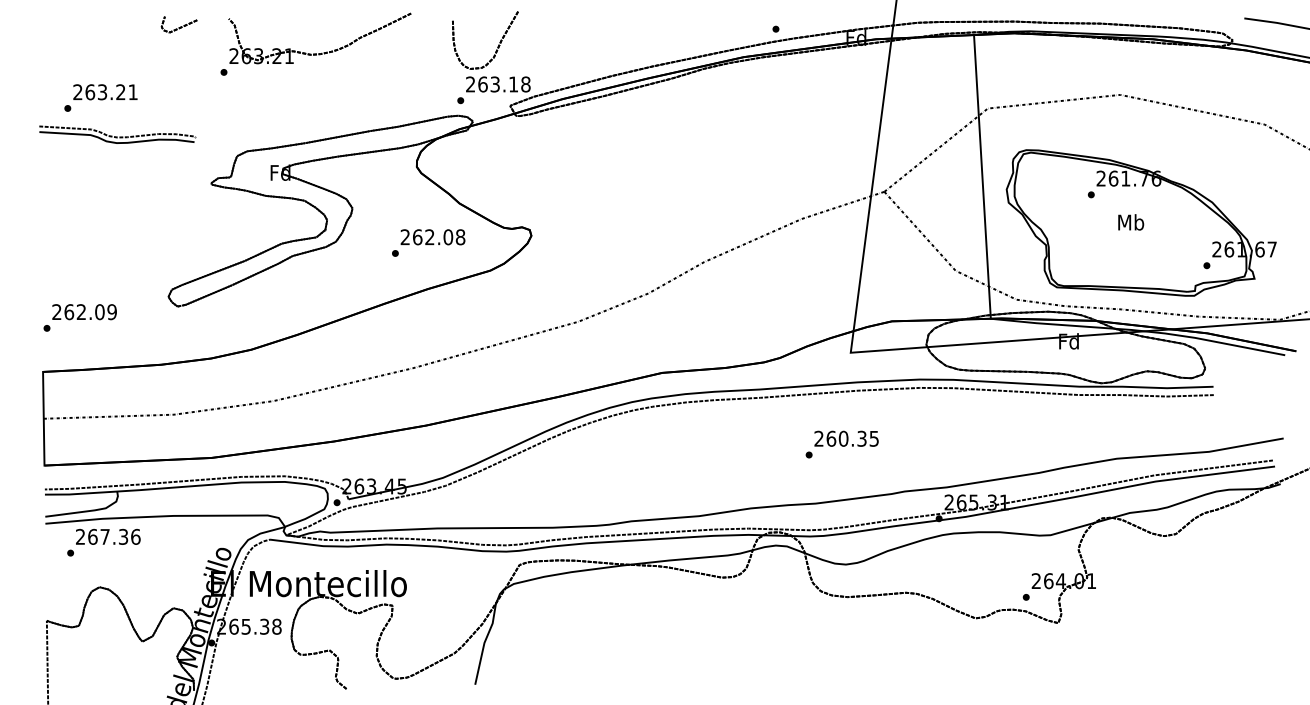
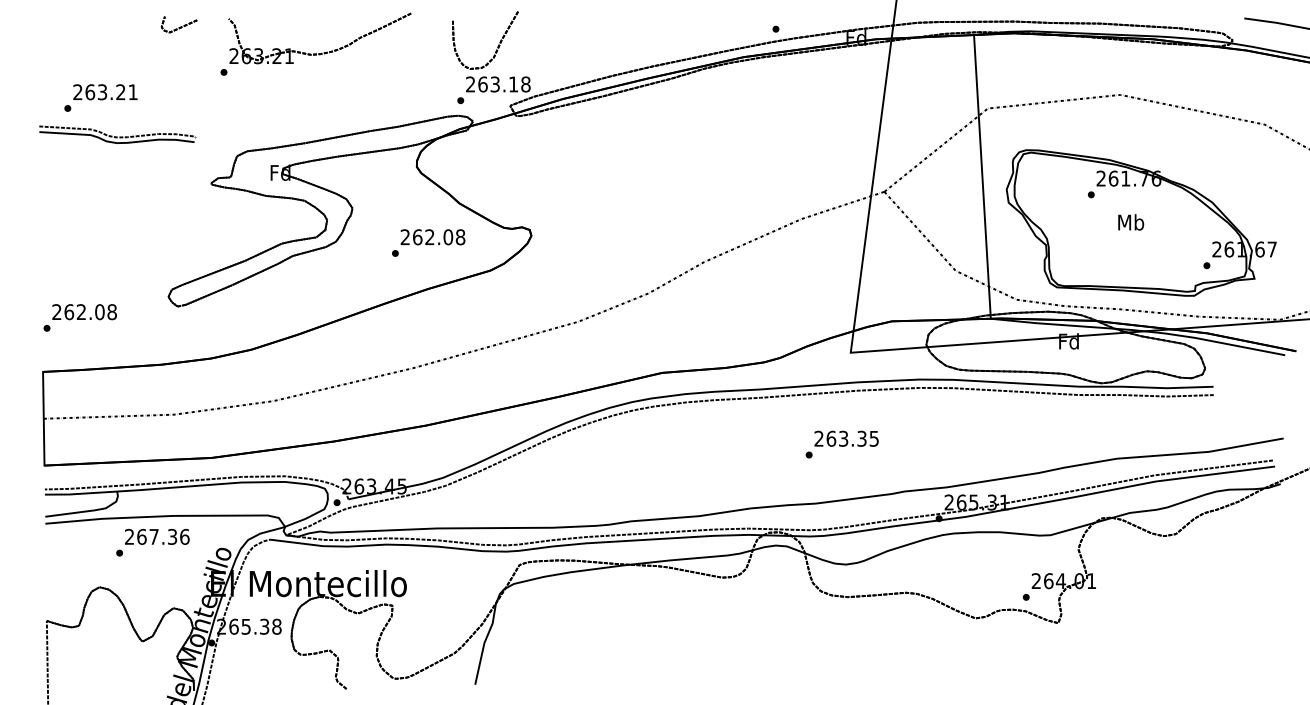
text at (111, 312): 262.09 -> 262.08
text at (843, 438): 260.35 -> 263.35
text at (103, 542) position: (103, 542) -> (152, 542)
